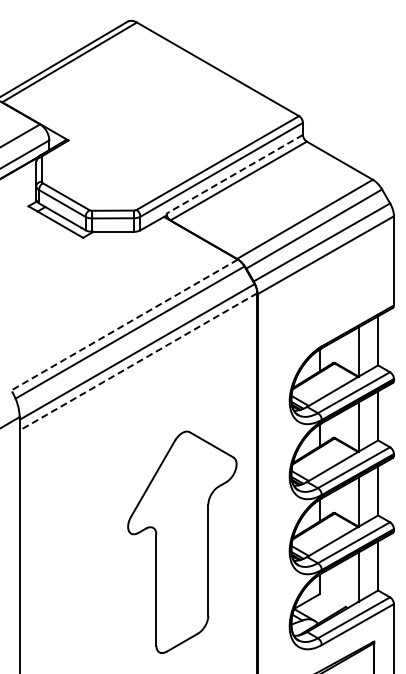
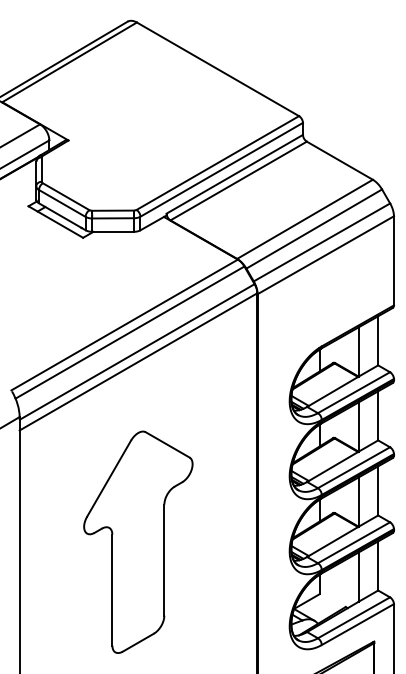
line at (234, 174): dashed -> solid
line at (124, 325): dashed -> solid
line at (138, 362): dashed -> solid
part at (182, 541) position: (182, 541) -> (138, 541)
